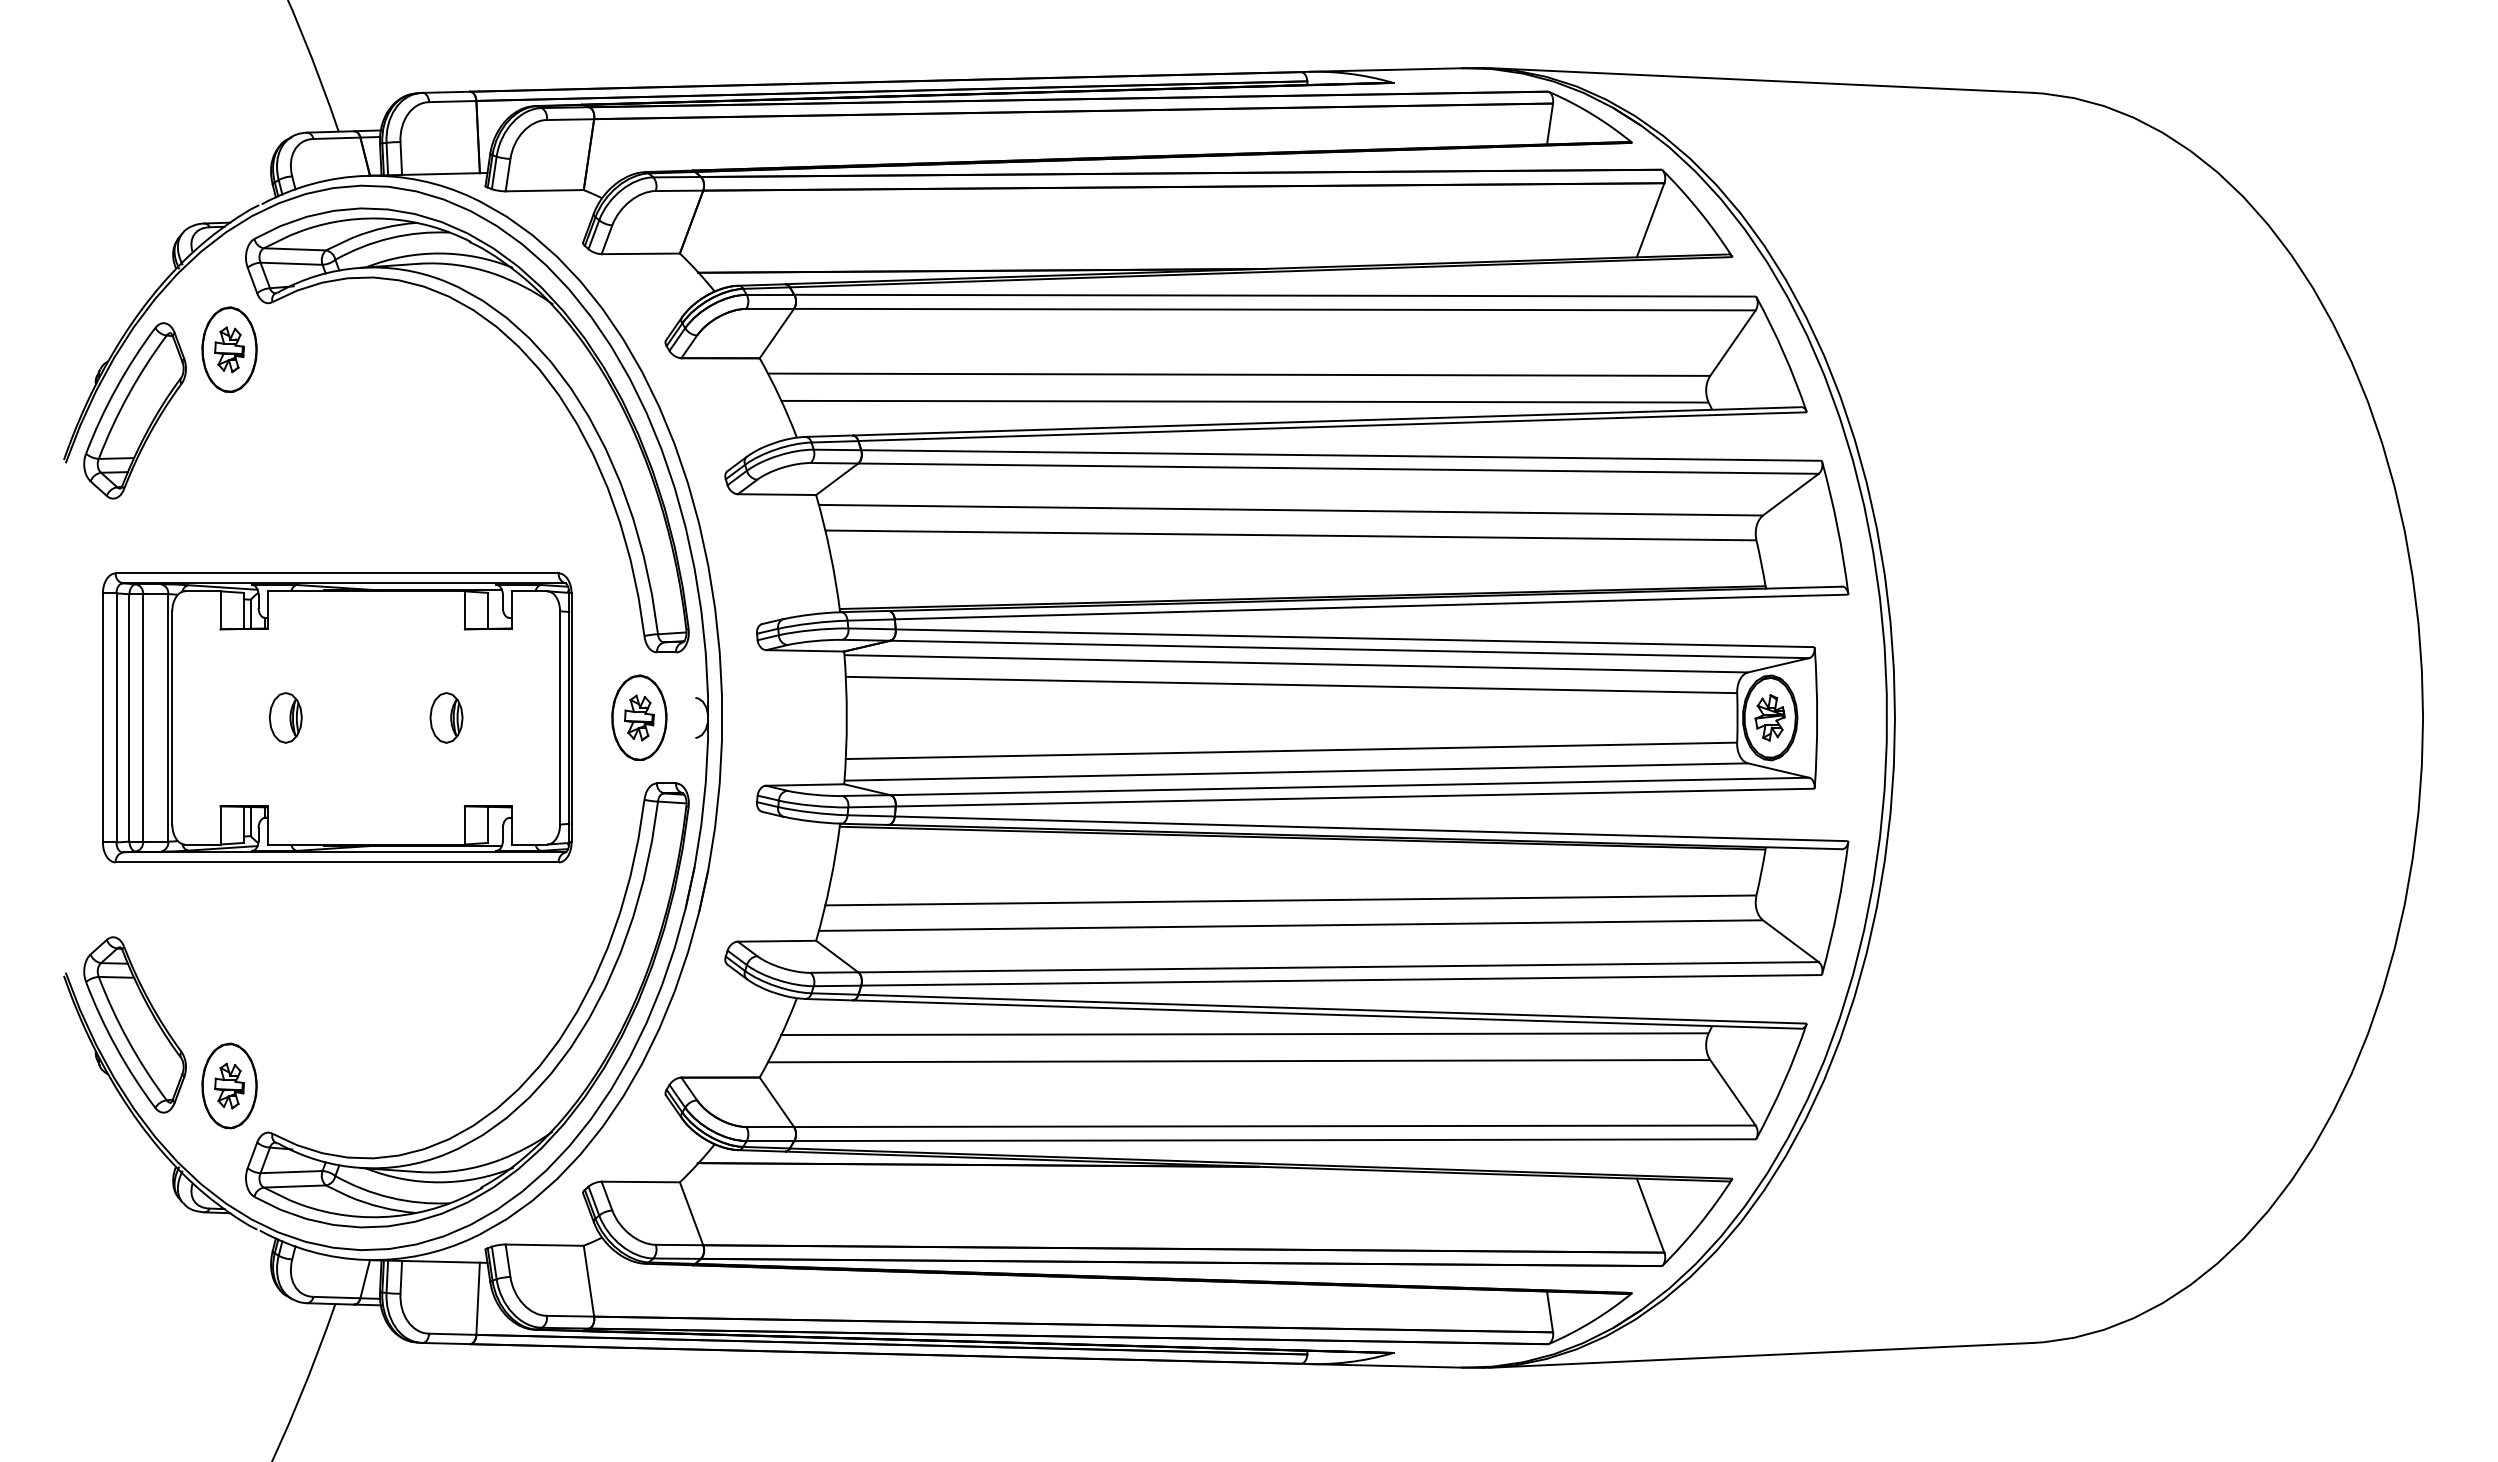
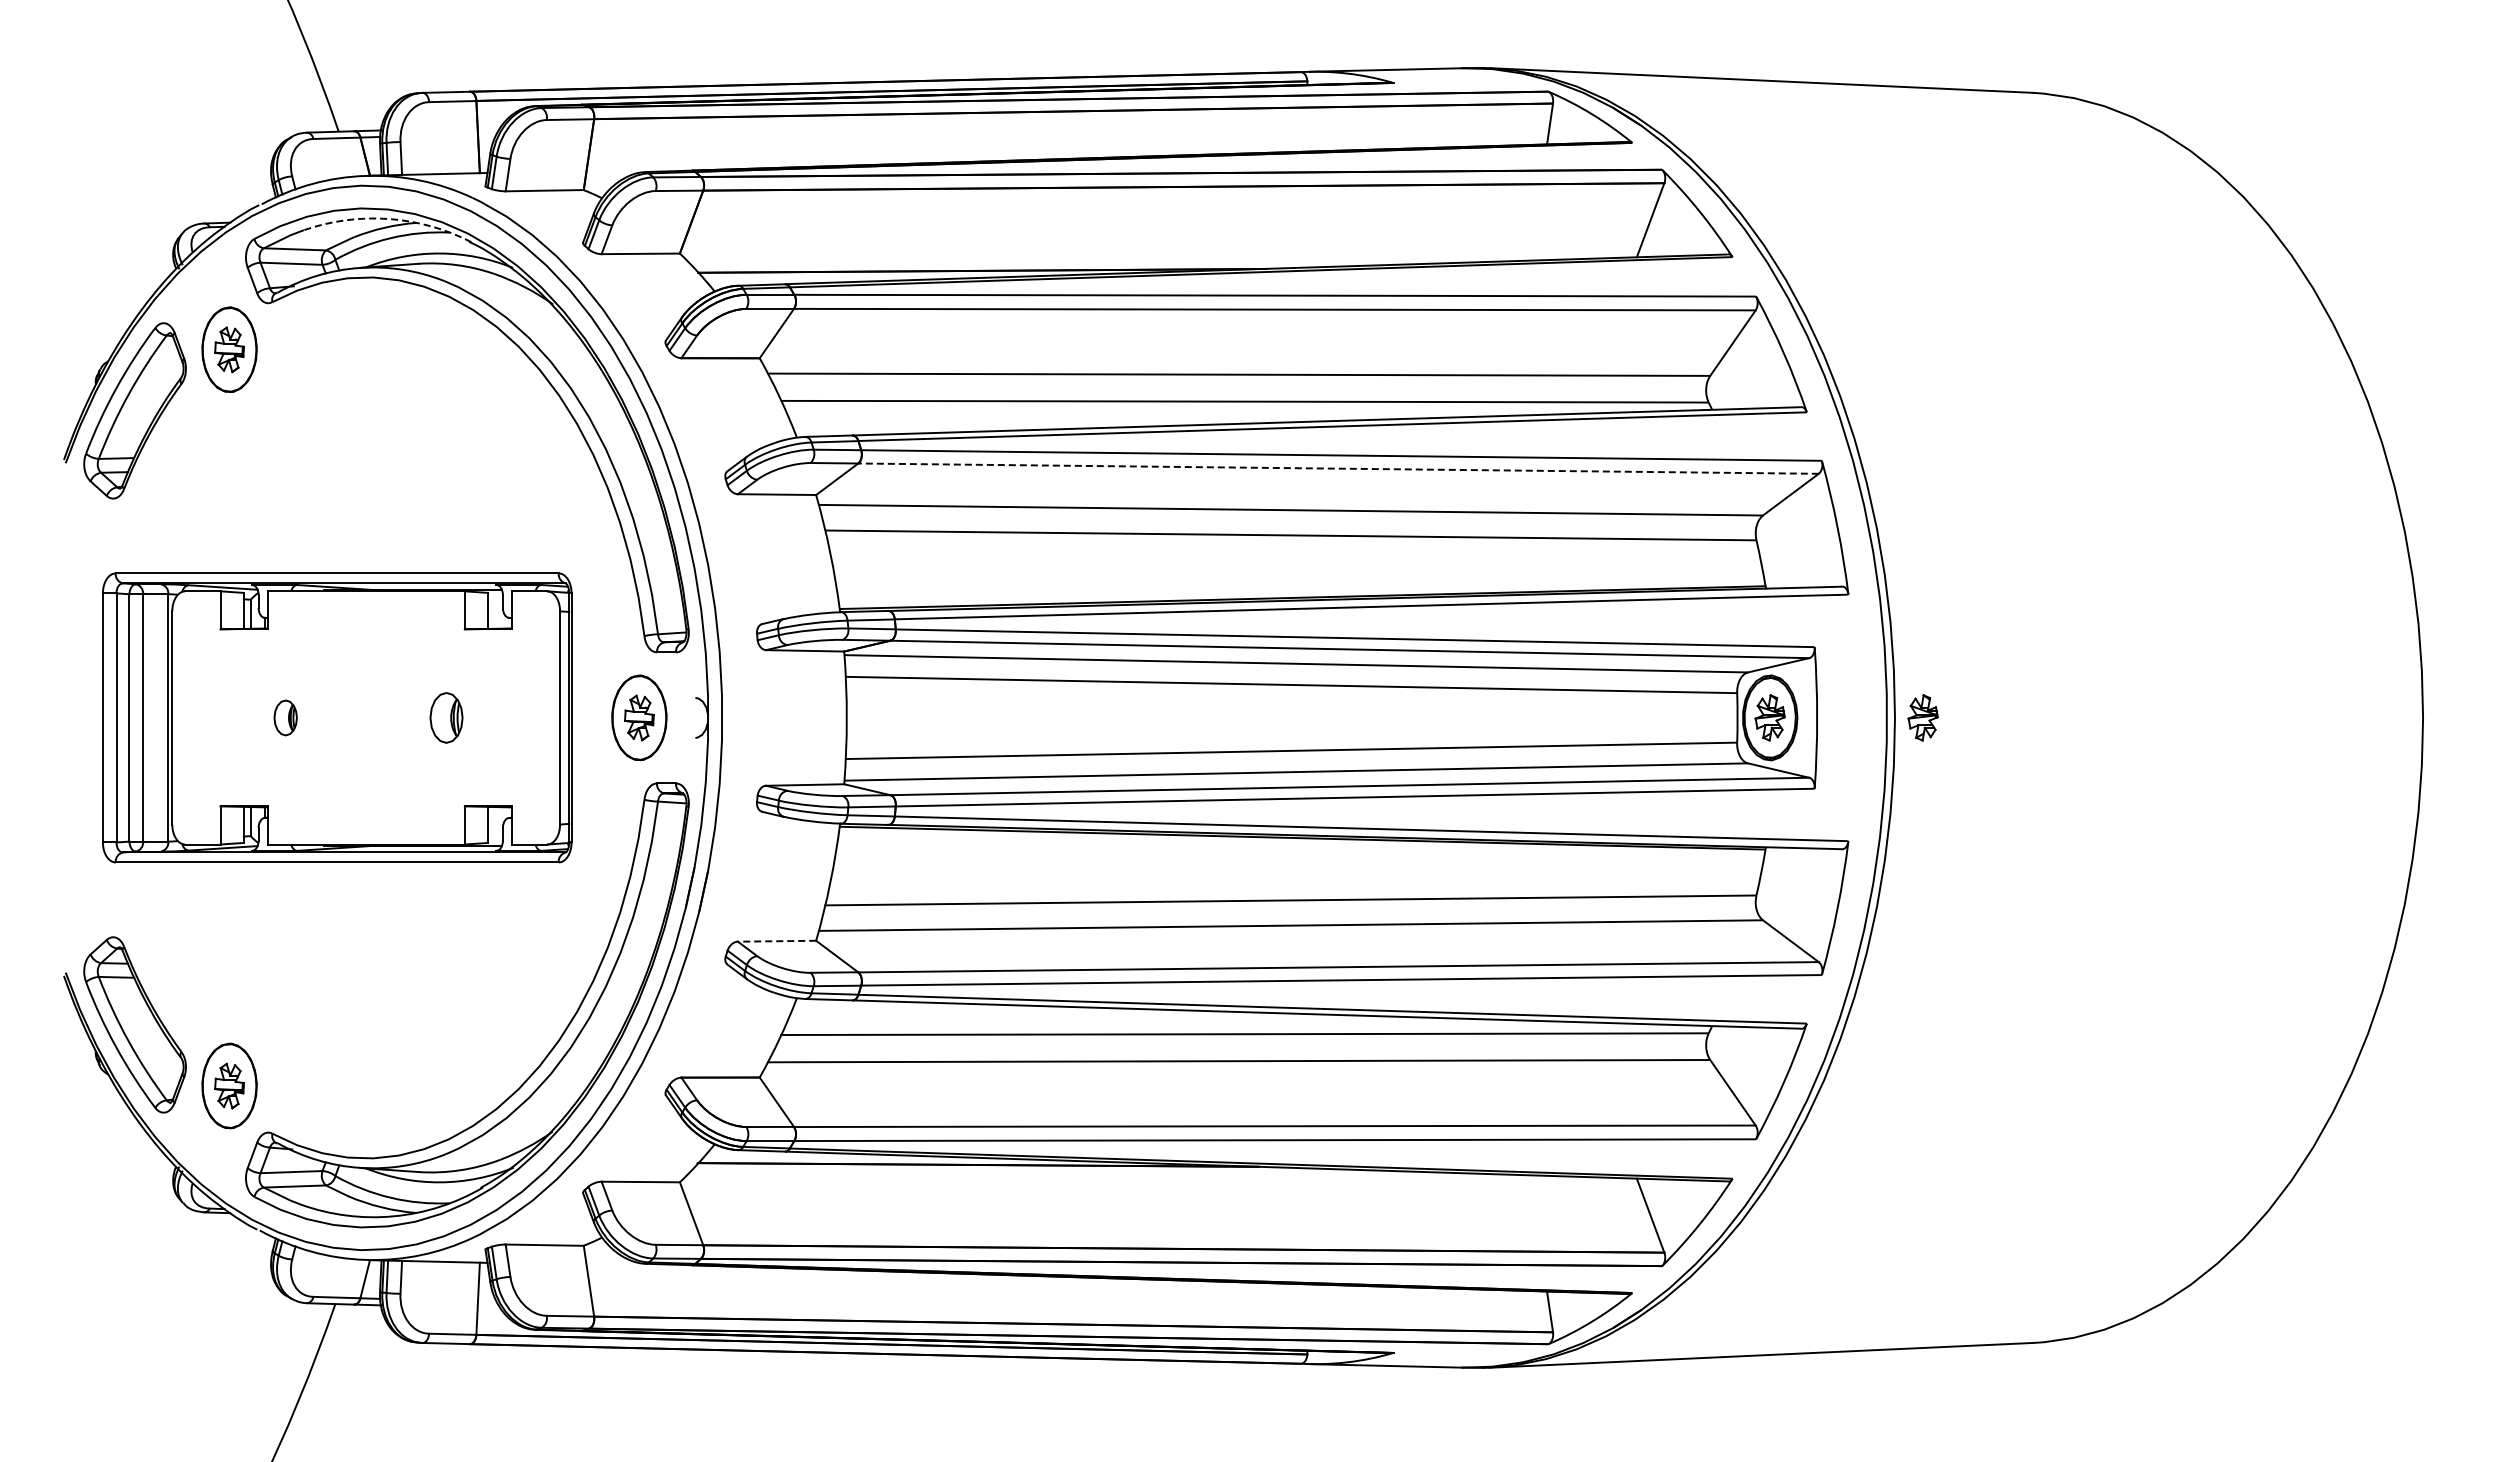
arc at (388, 219): solid -> dashed
line at (1338, 468): solid -> dashed
part at (285, 717) size: 35x52 px -> 25x38 px
part at (1922, 717): none -> present
line at (776, 941): solid -> dashed
